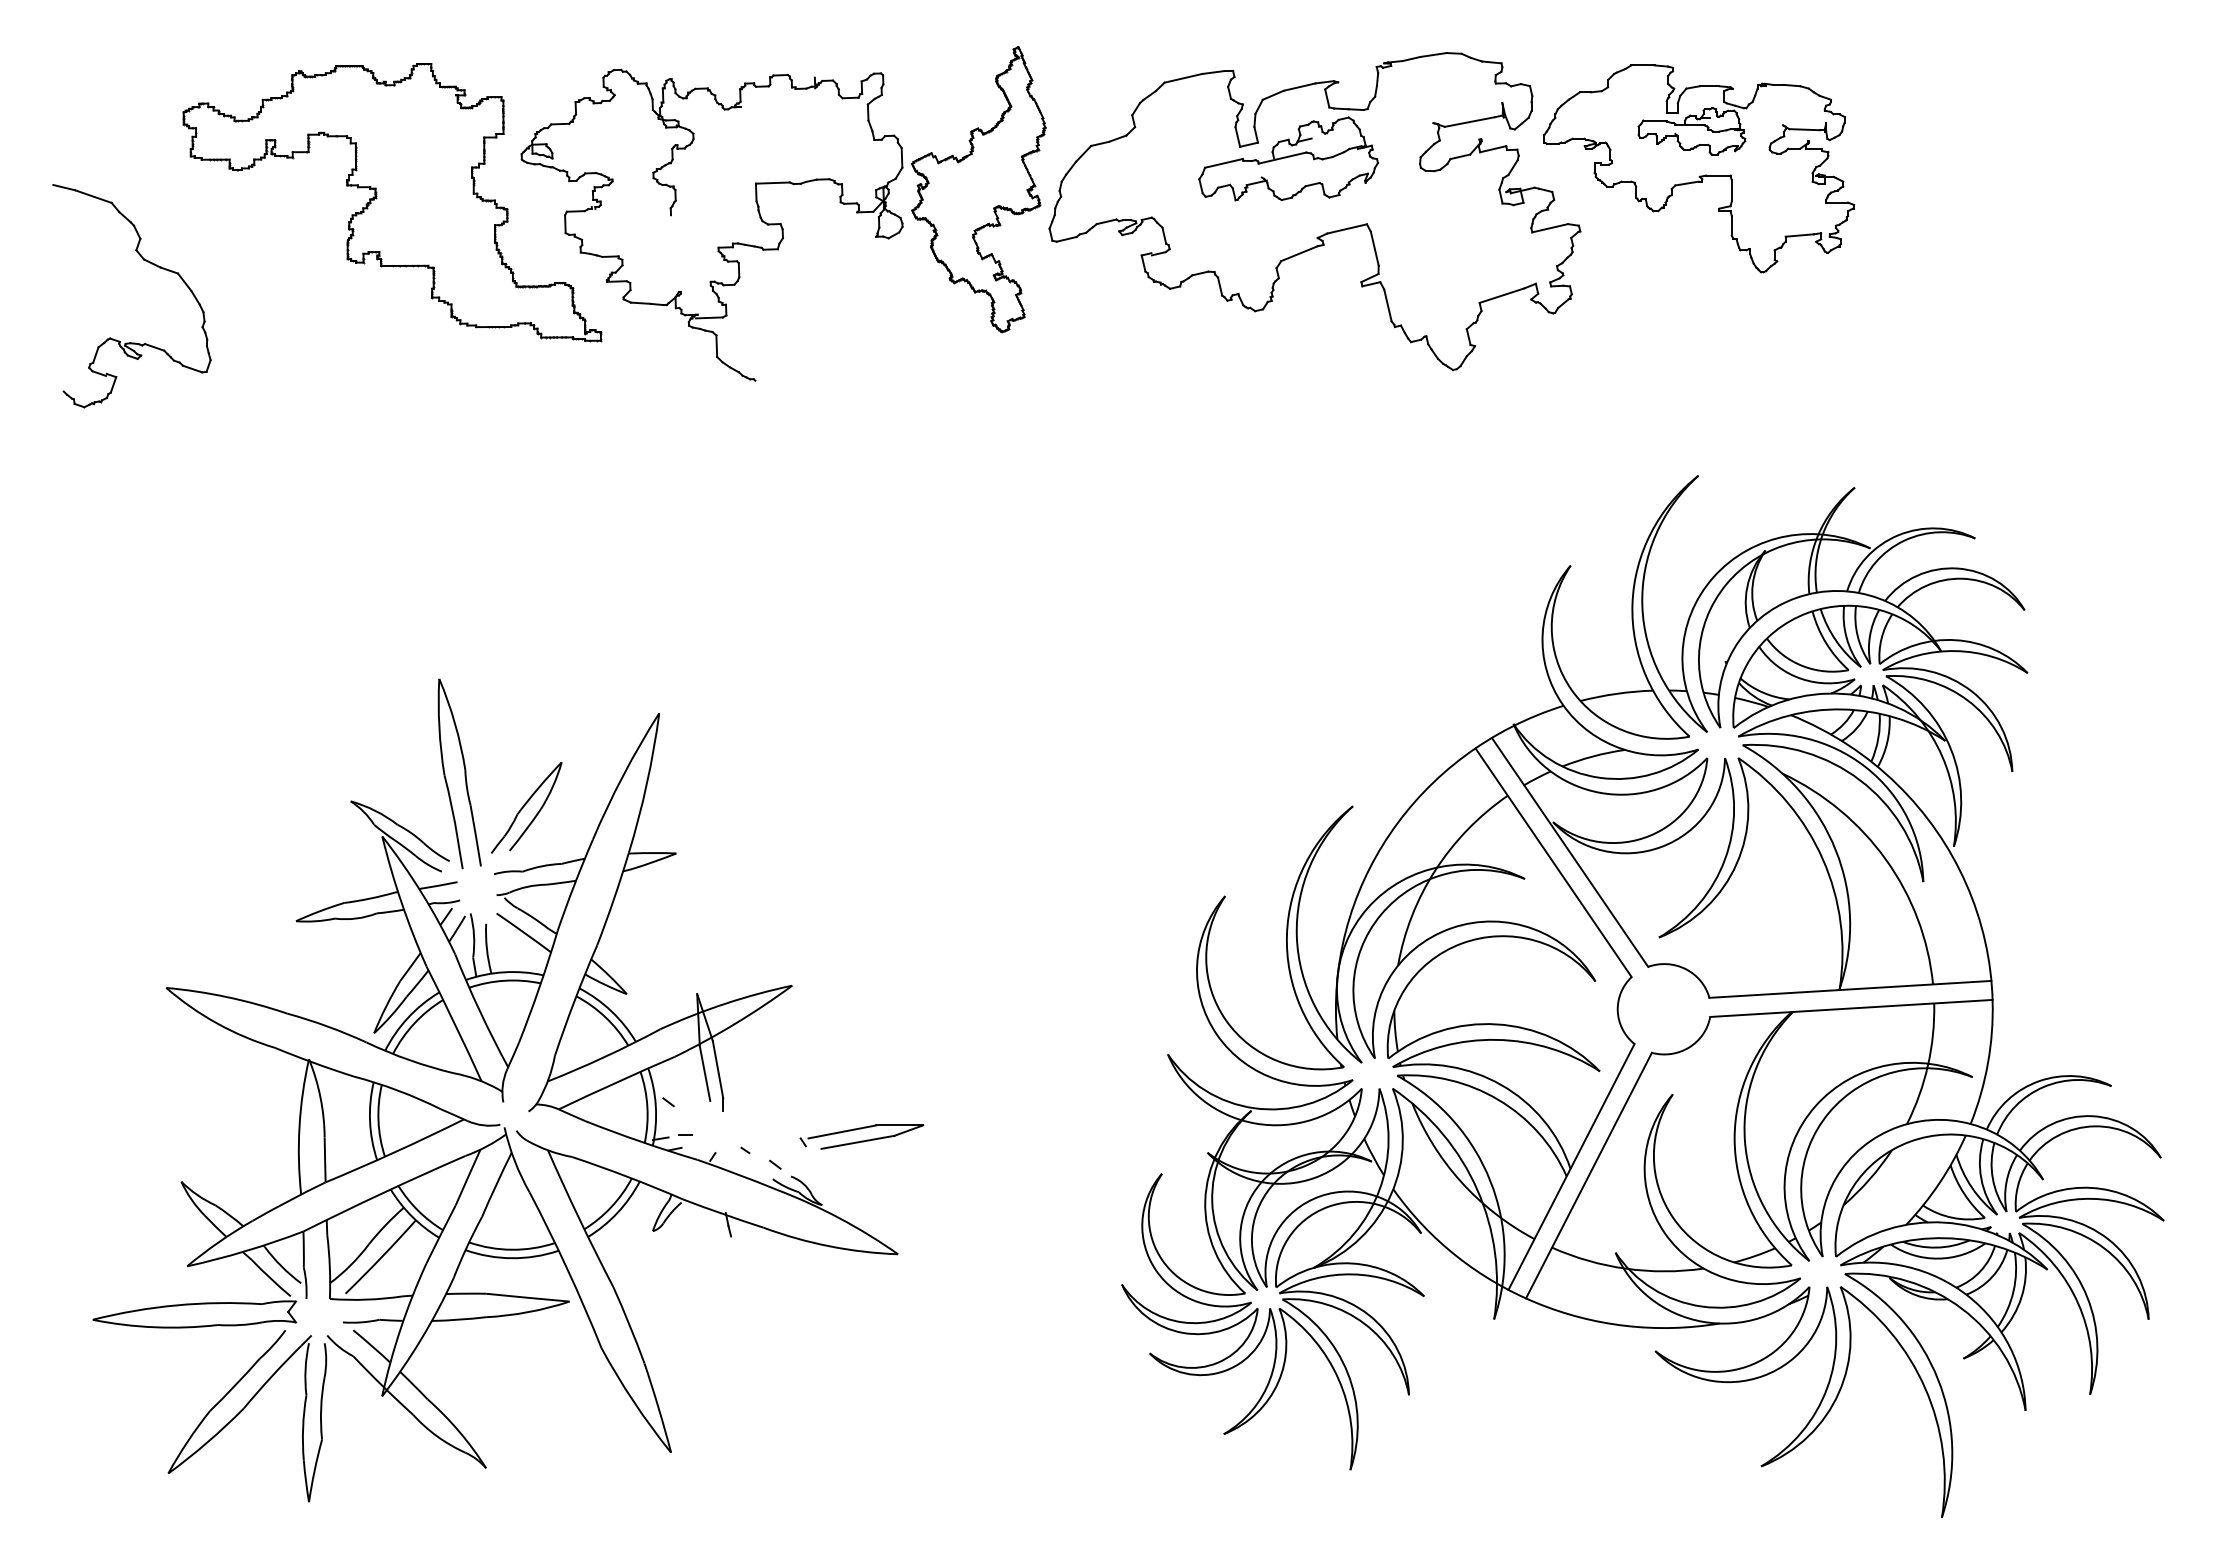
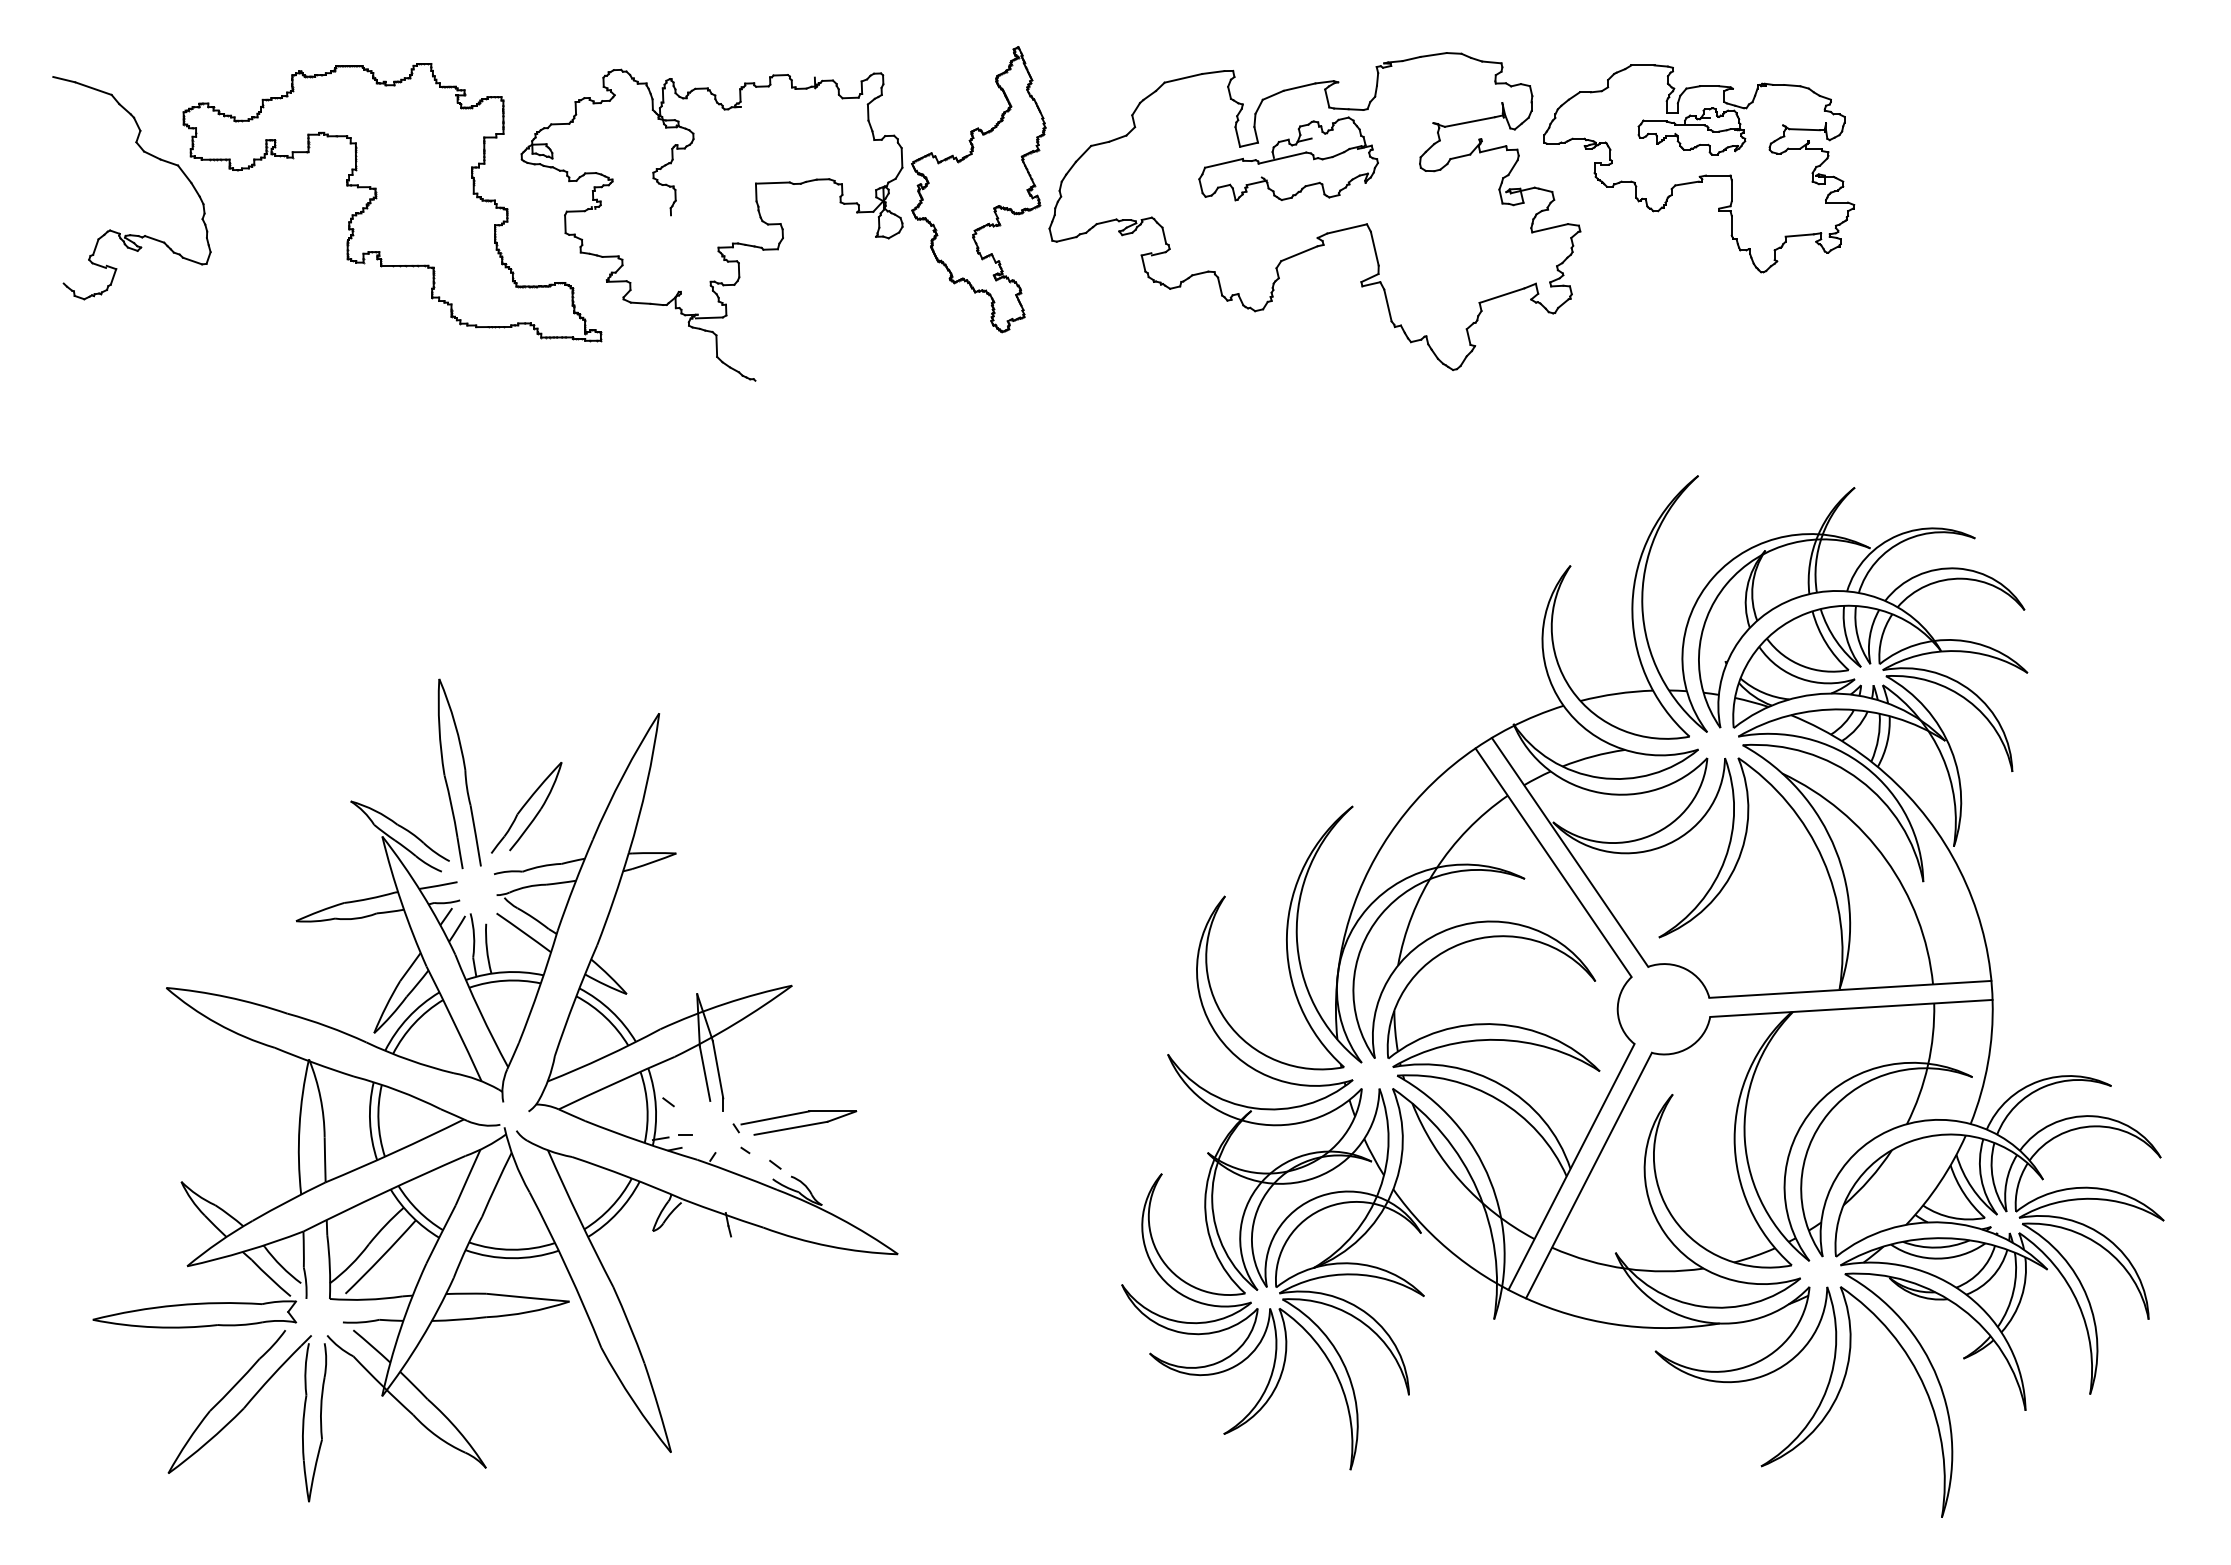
part at (147, 262) position: (147, 262) -> (147, 154)
part at (861, 1136) position: (861, 1136) -> (794, 1122)
